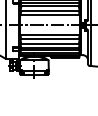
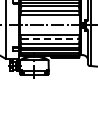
line at (50, 39): solid -> dashed
